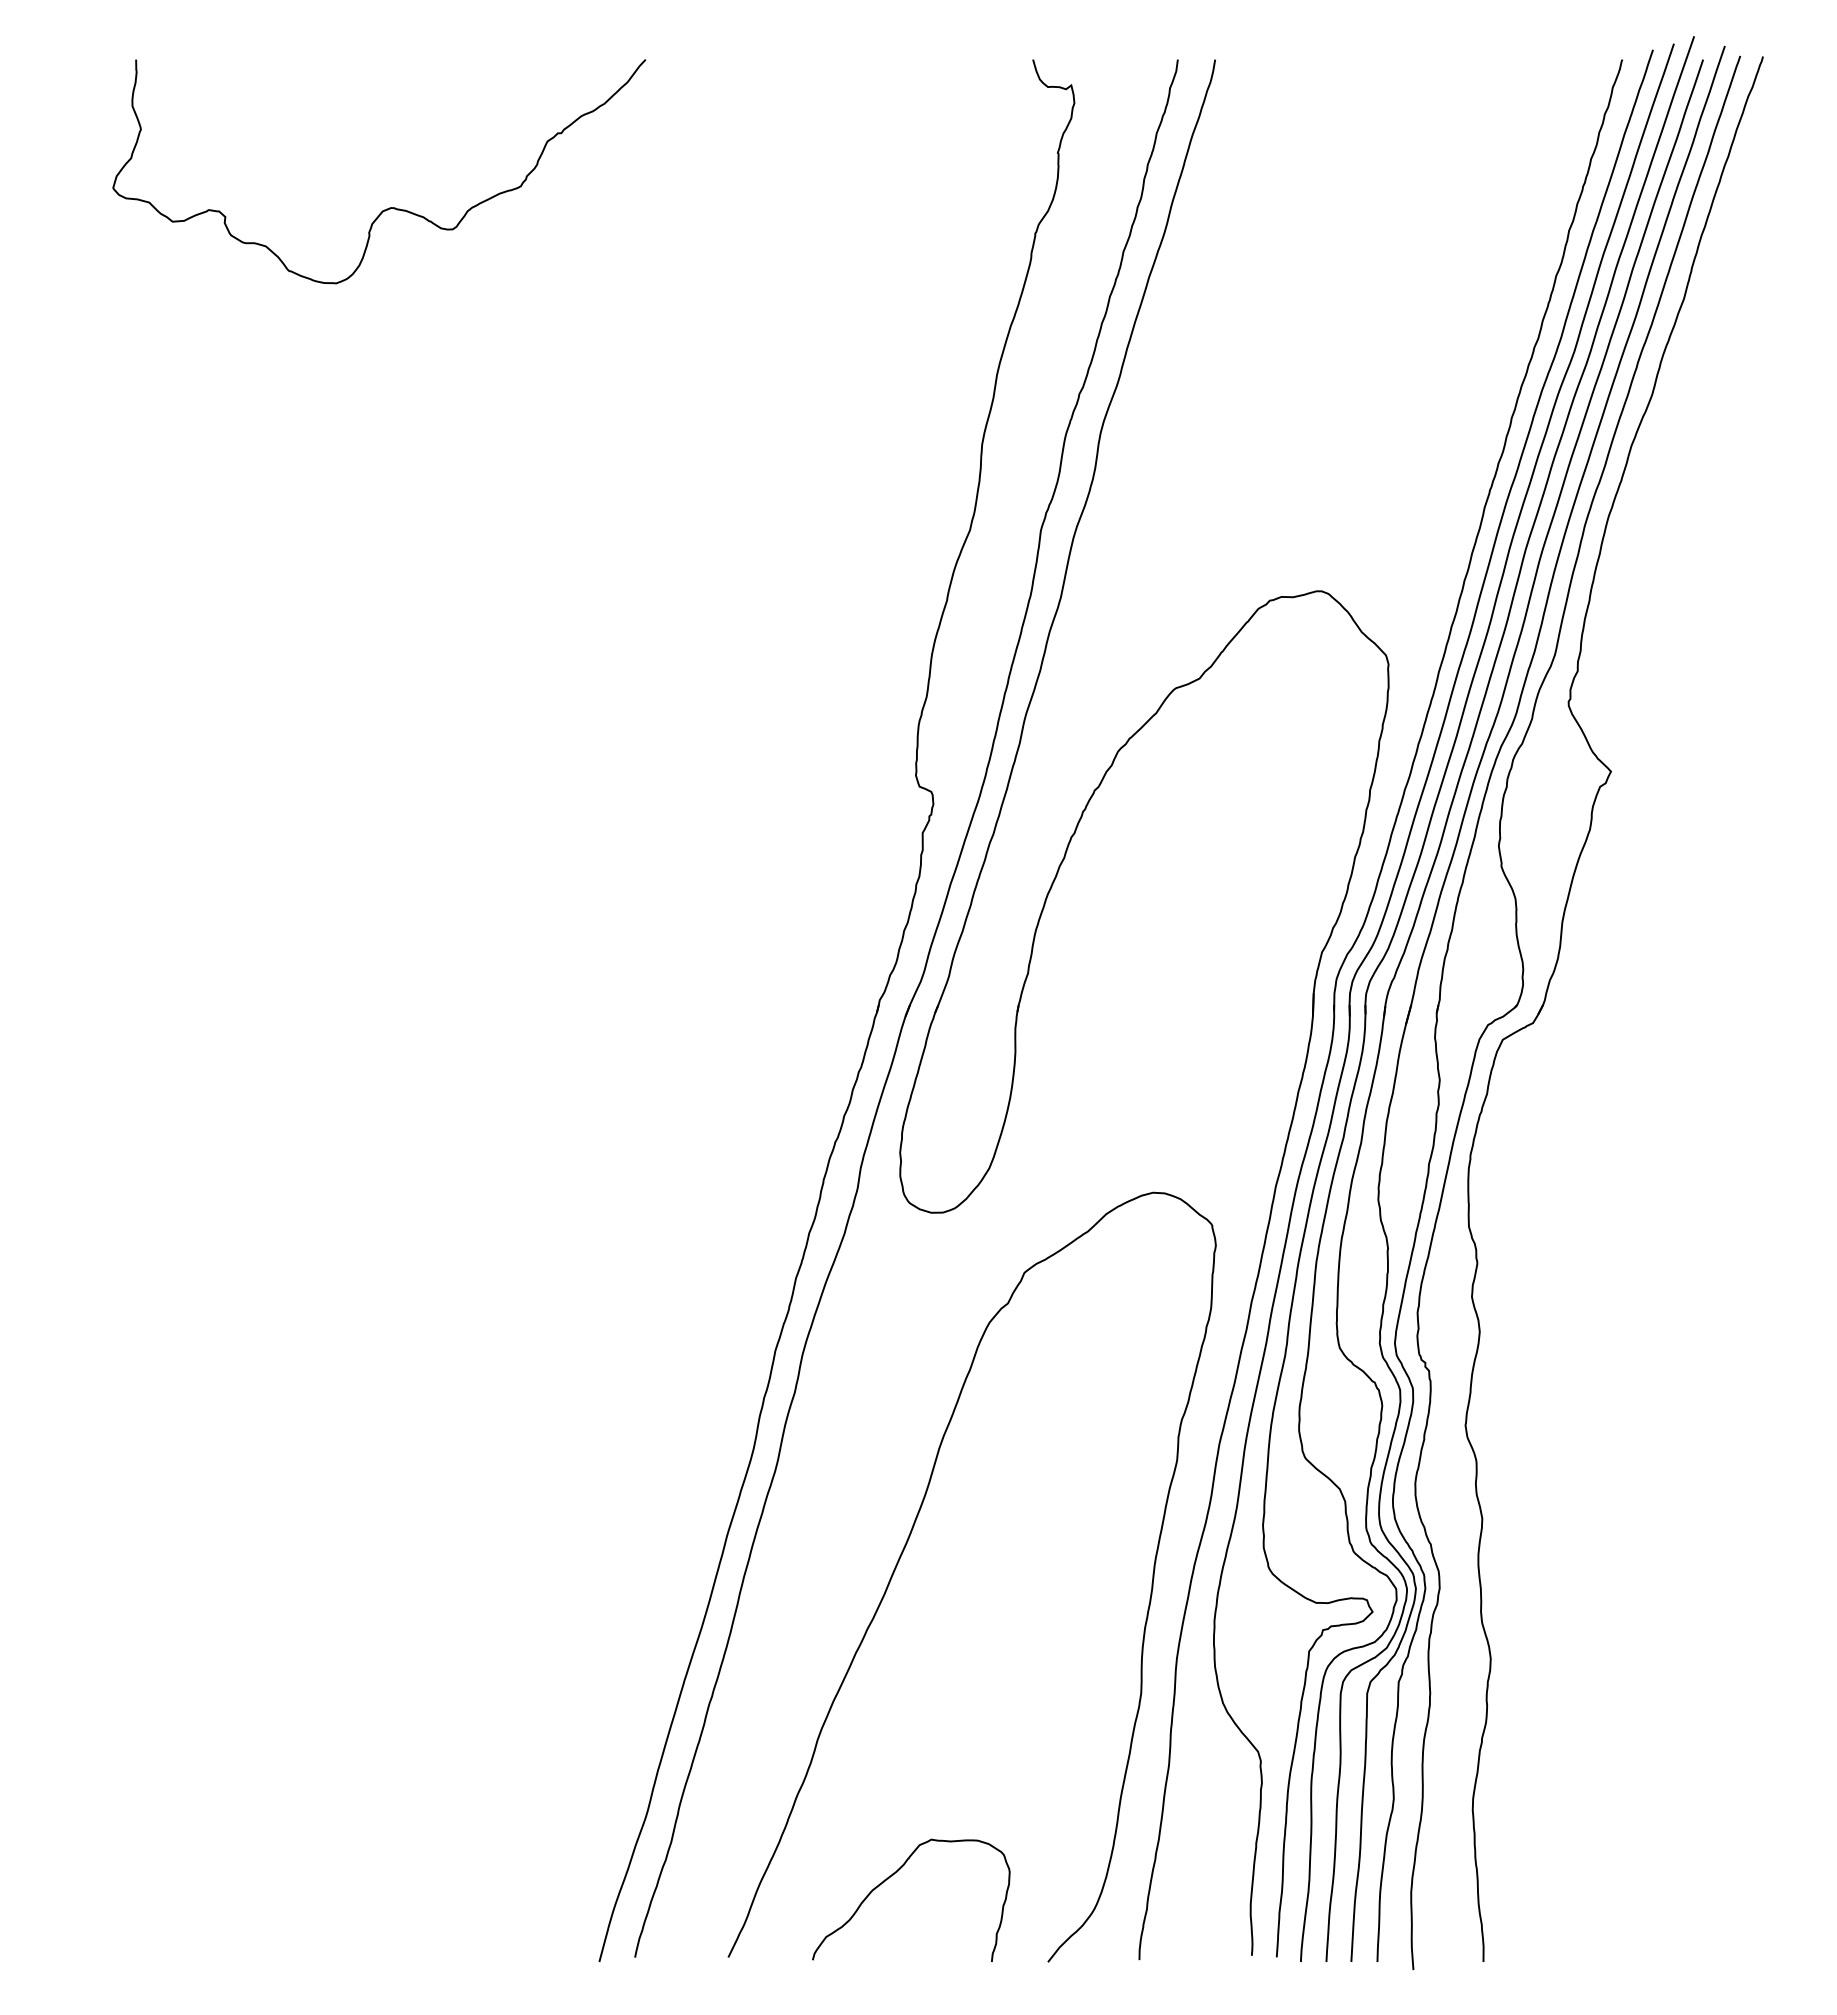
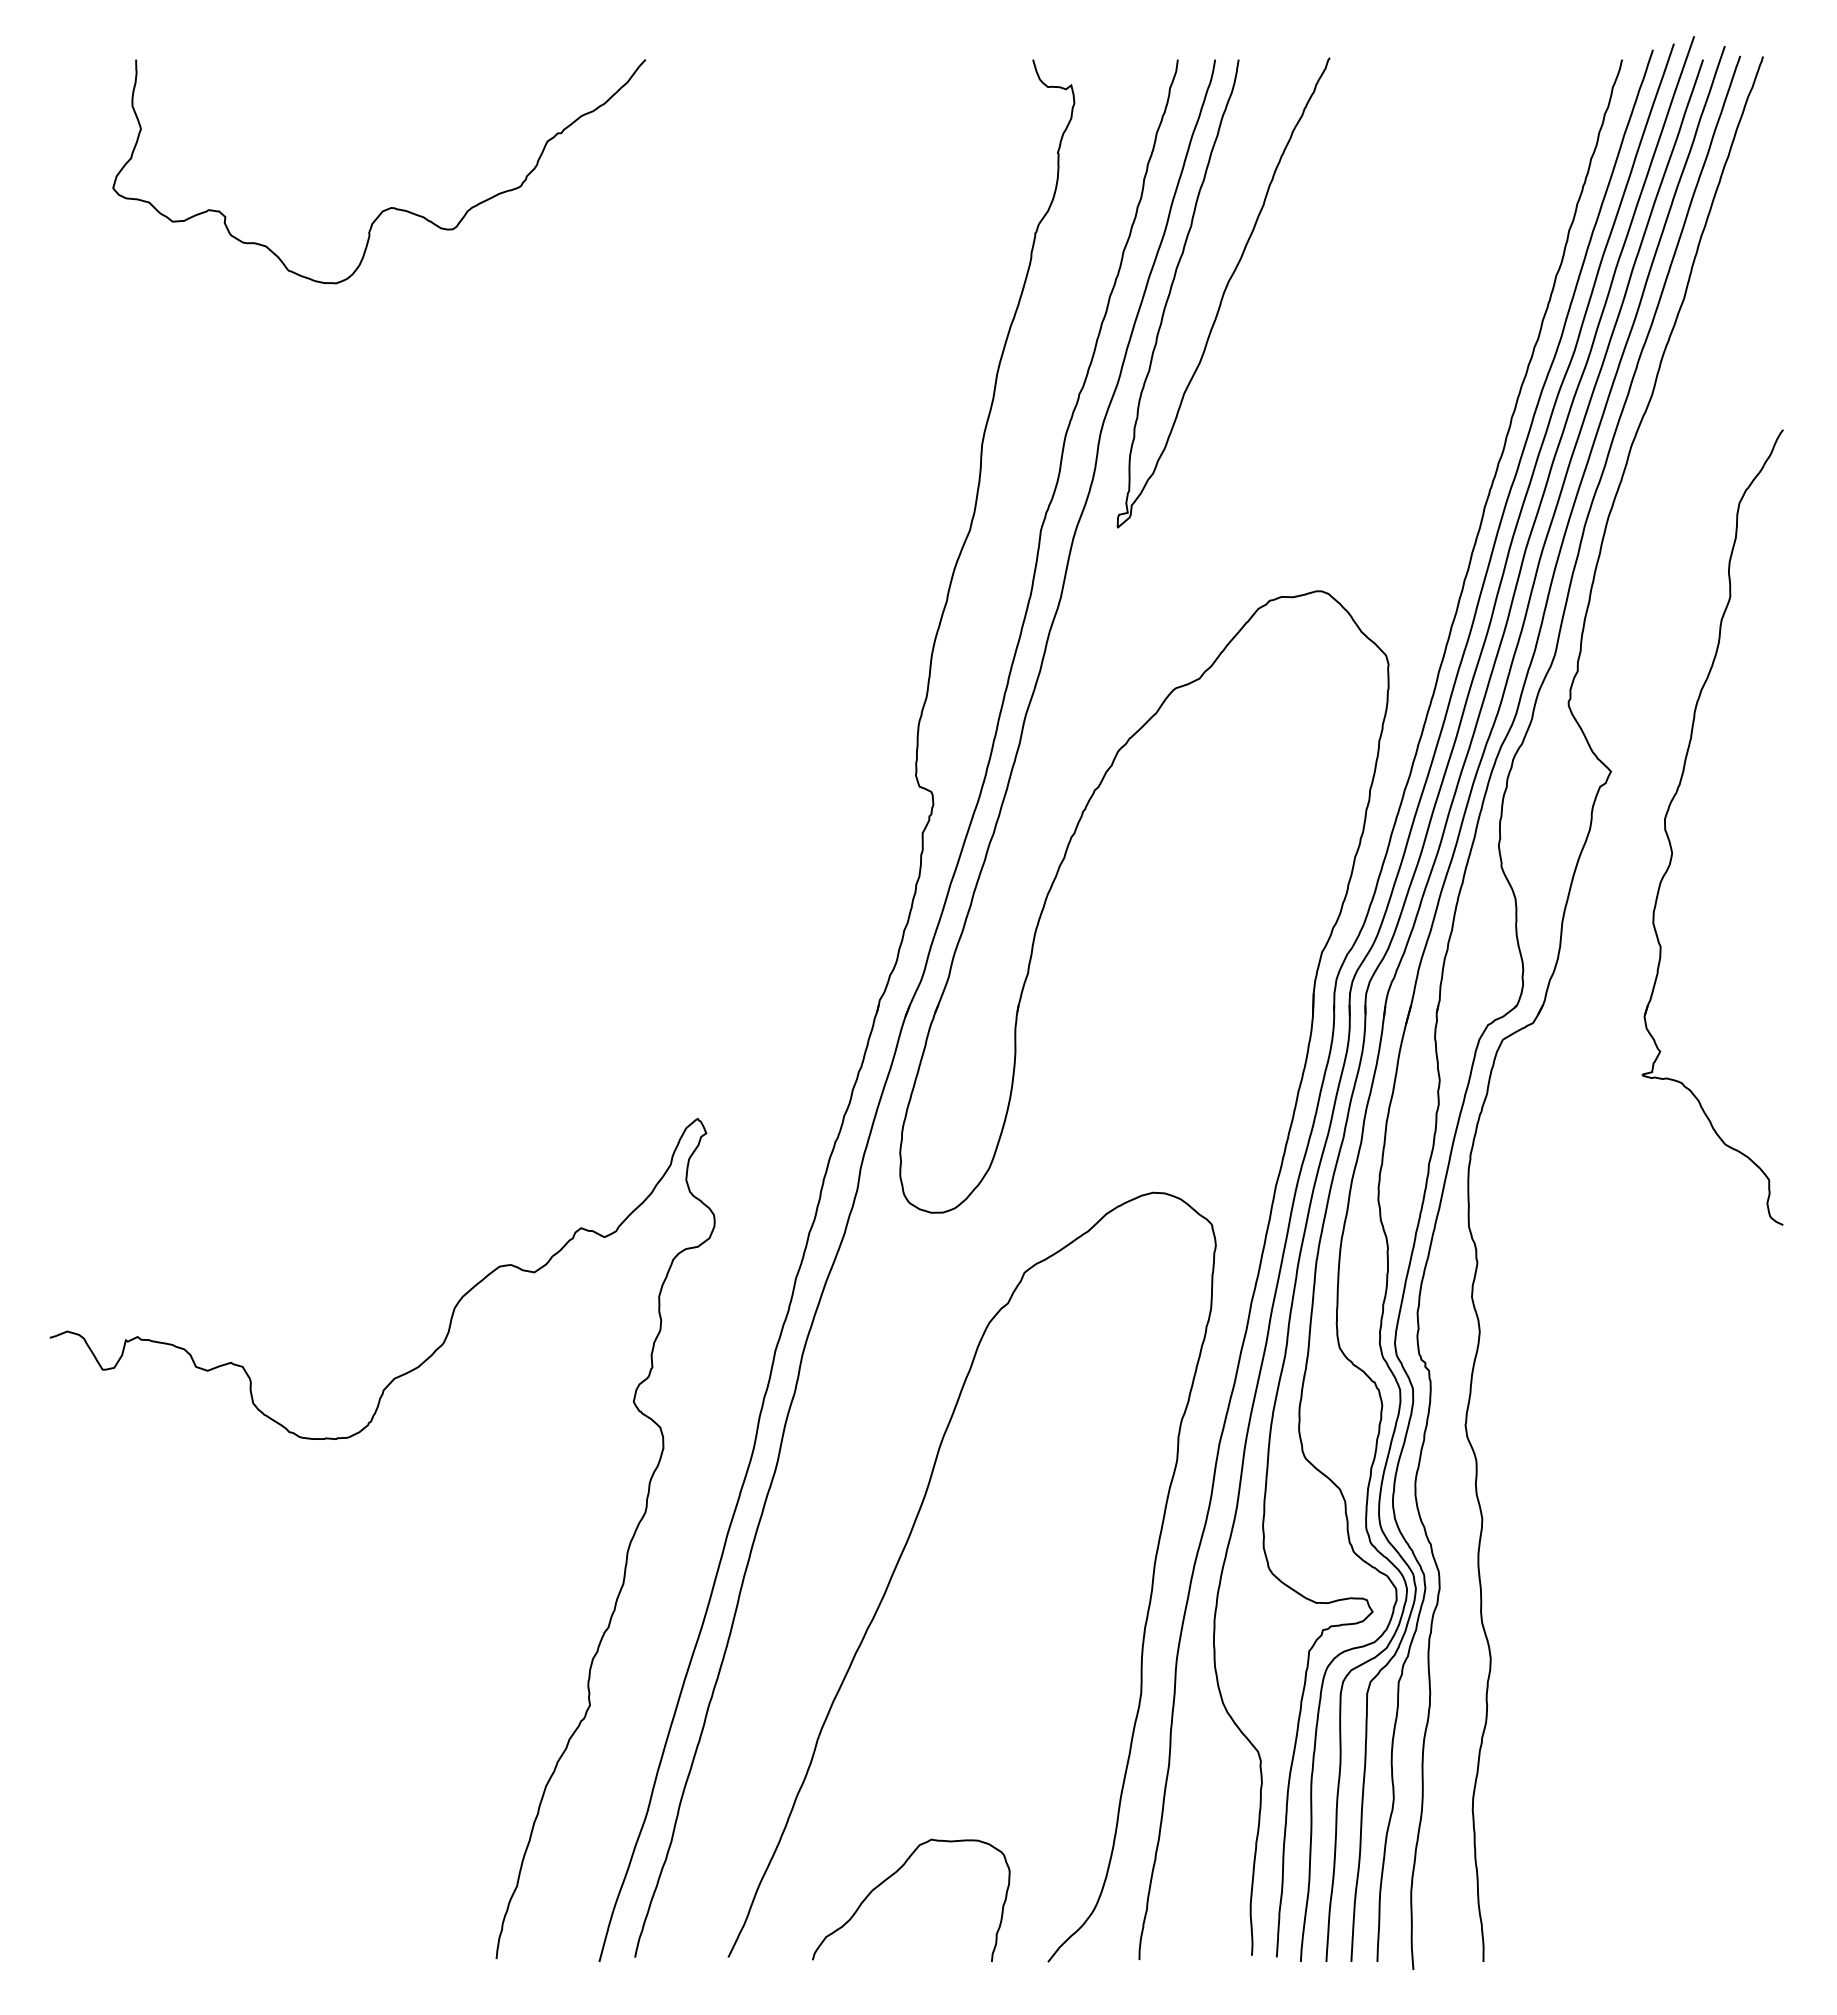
curve at (1223, 292): none -> present
part at (1670, 840): none -> present
curve at (348, 1438): none -> present
